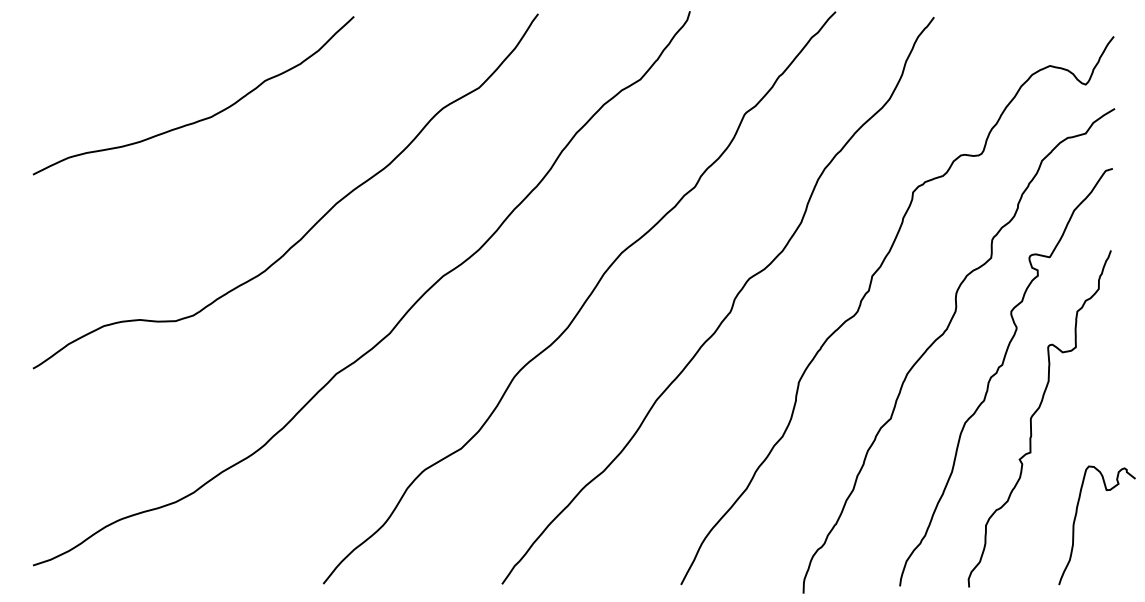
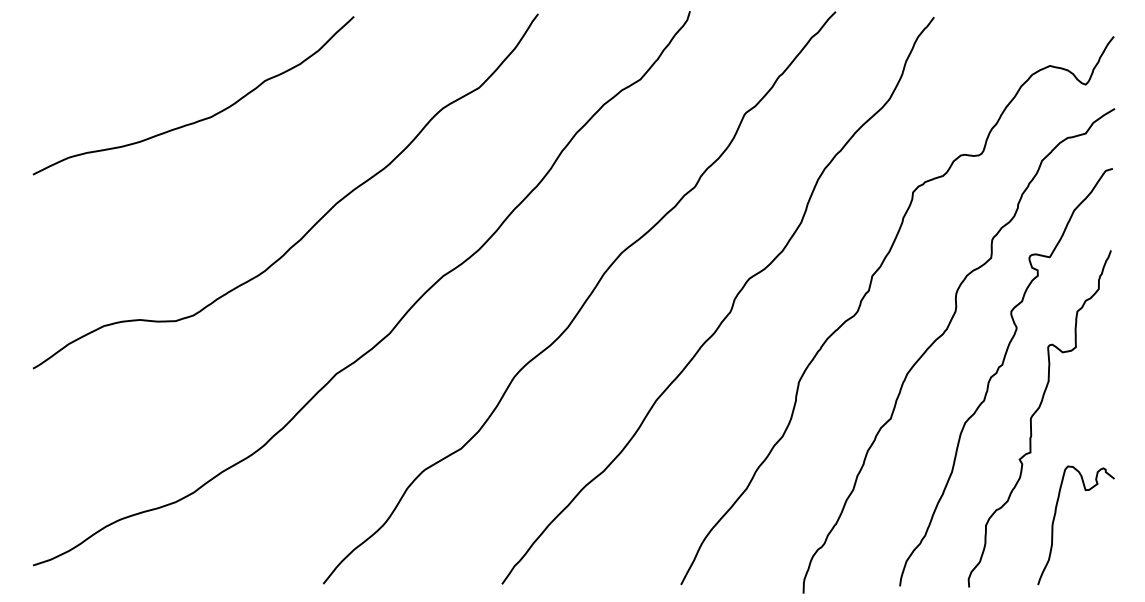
curve at (1075, 521) position: (1075, 521) -> (1054, 521)
